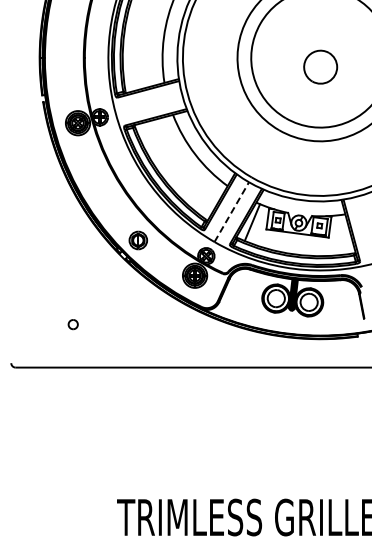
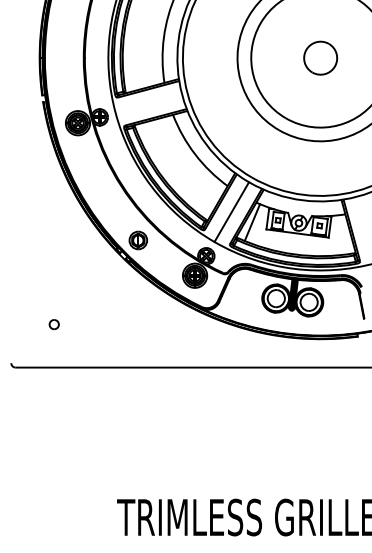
part at (320, 66) position: (320, 66) -> (320, 57)
line at (231, 212): dashed -> solid
part at (72, 324) position: (72, 324) -> (53, 324)
